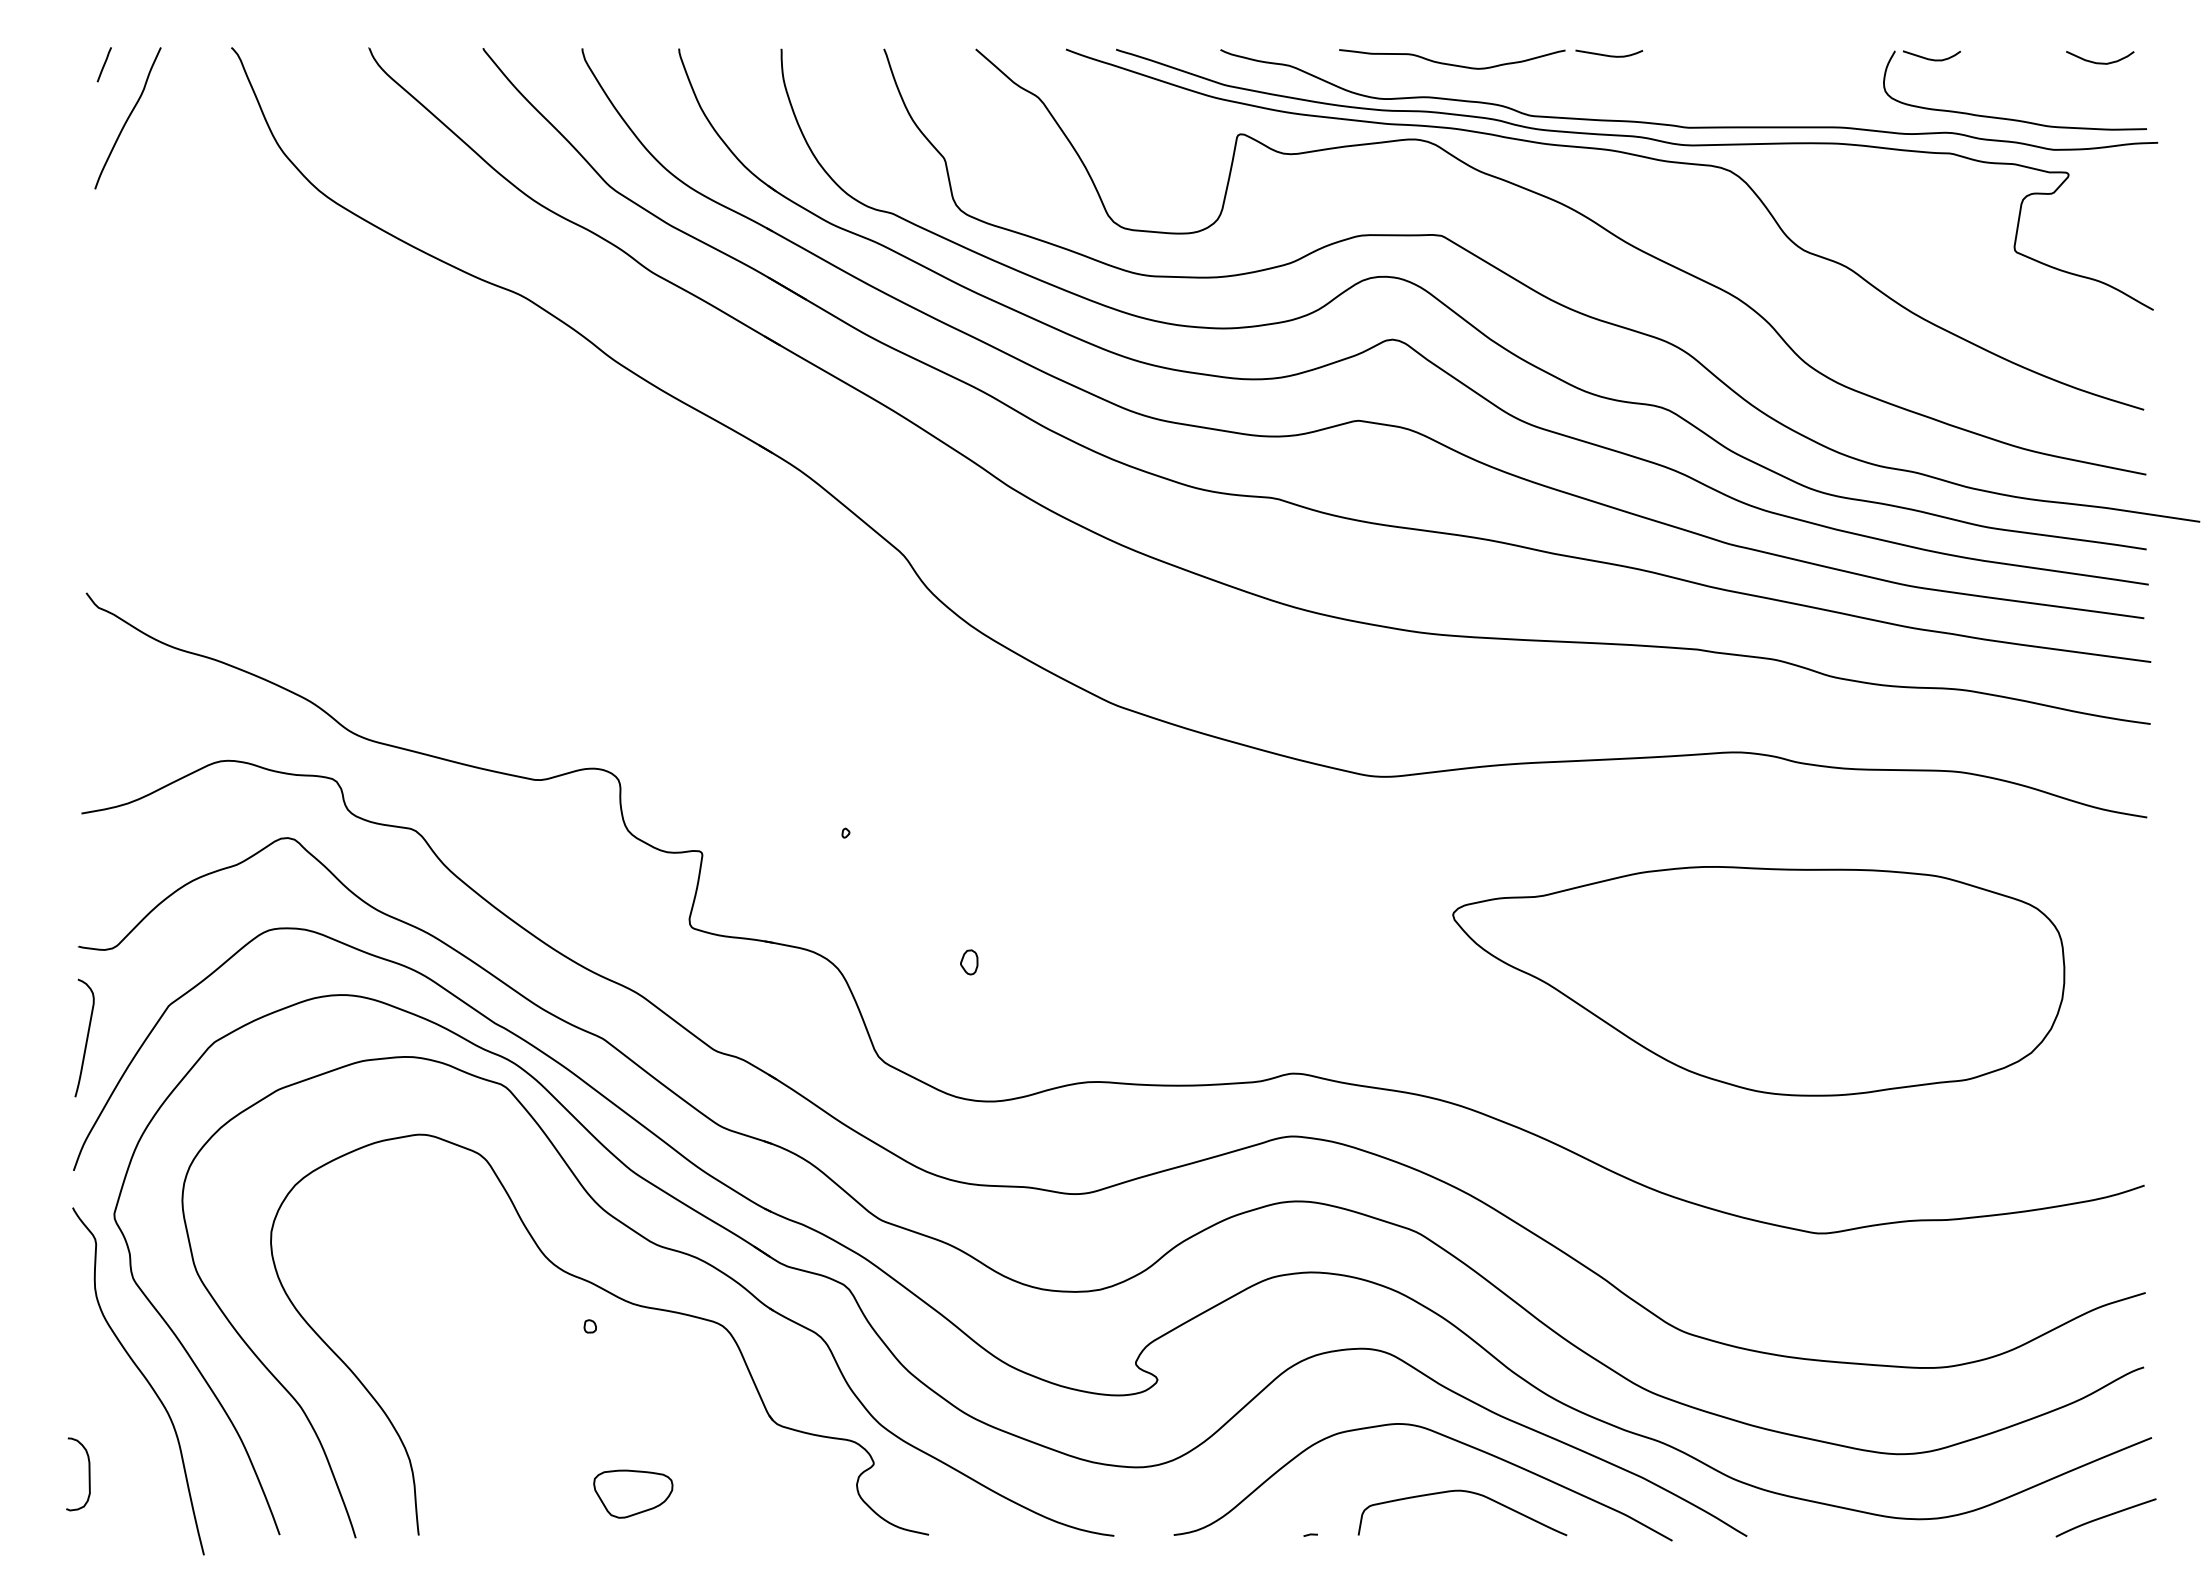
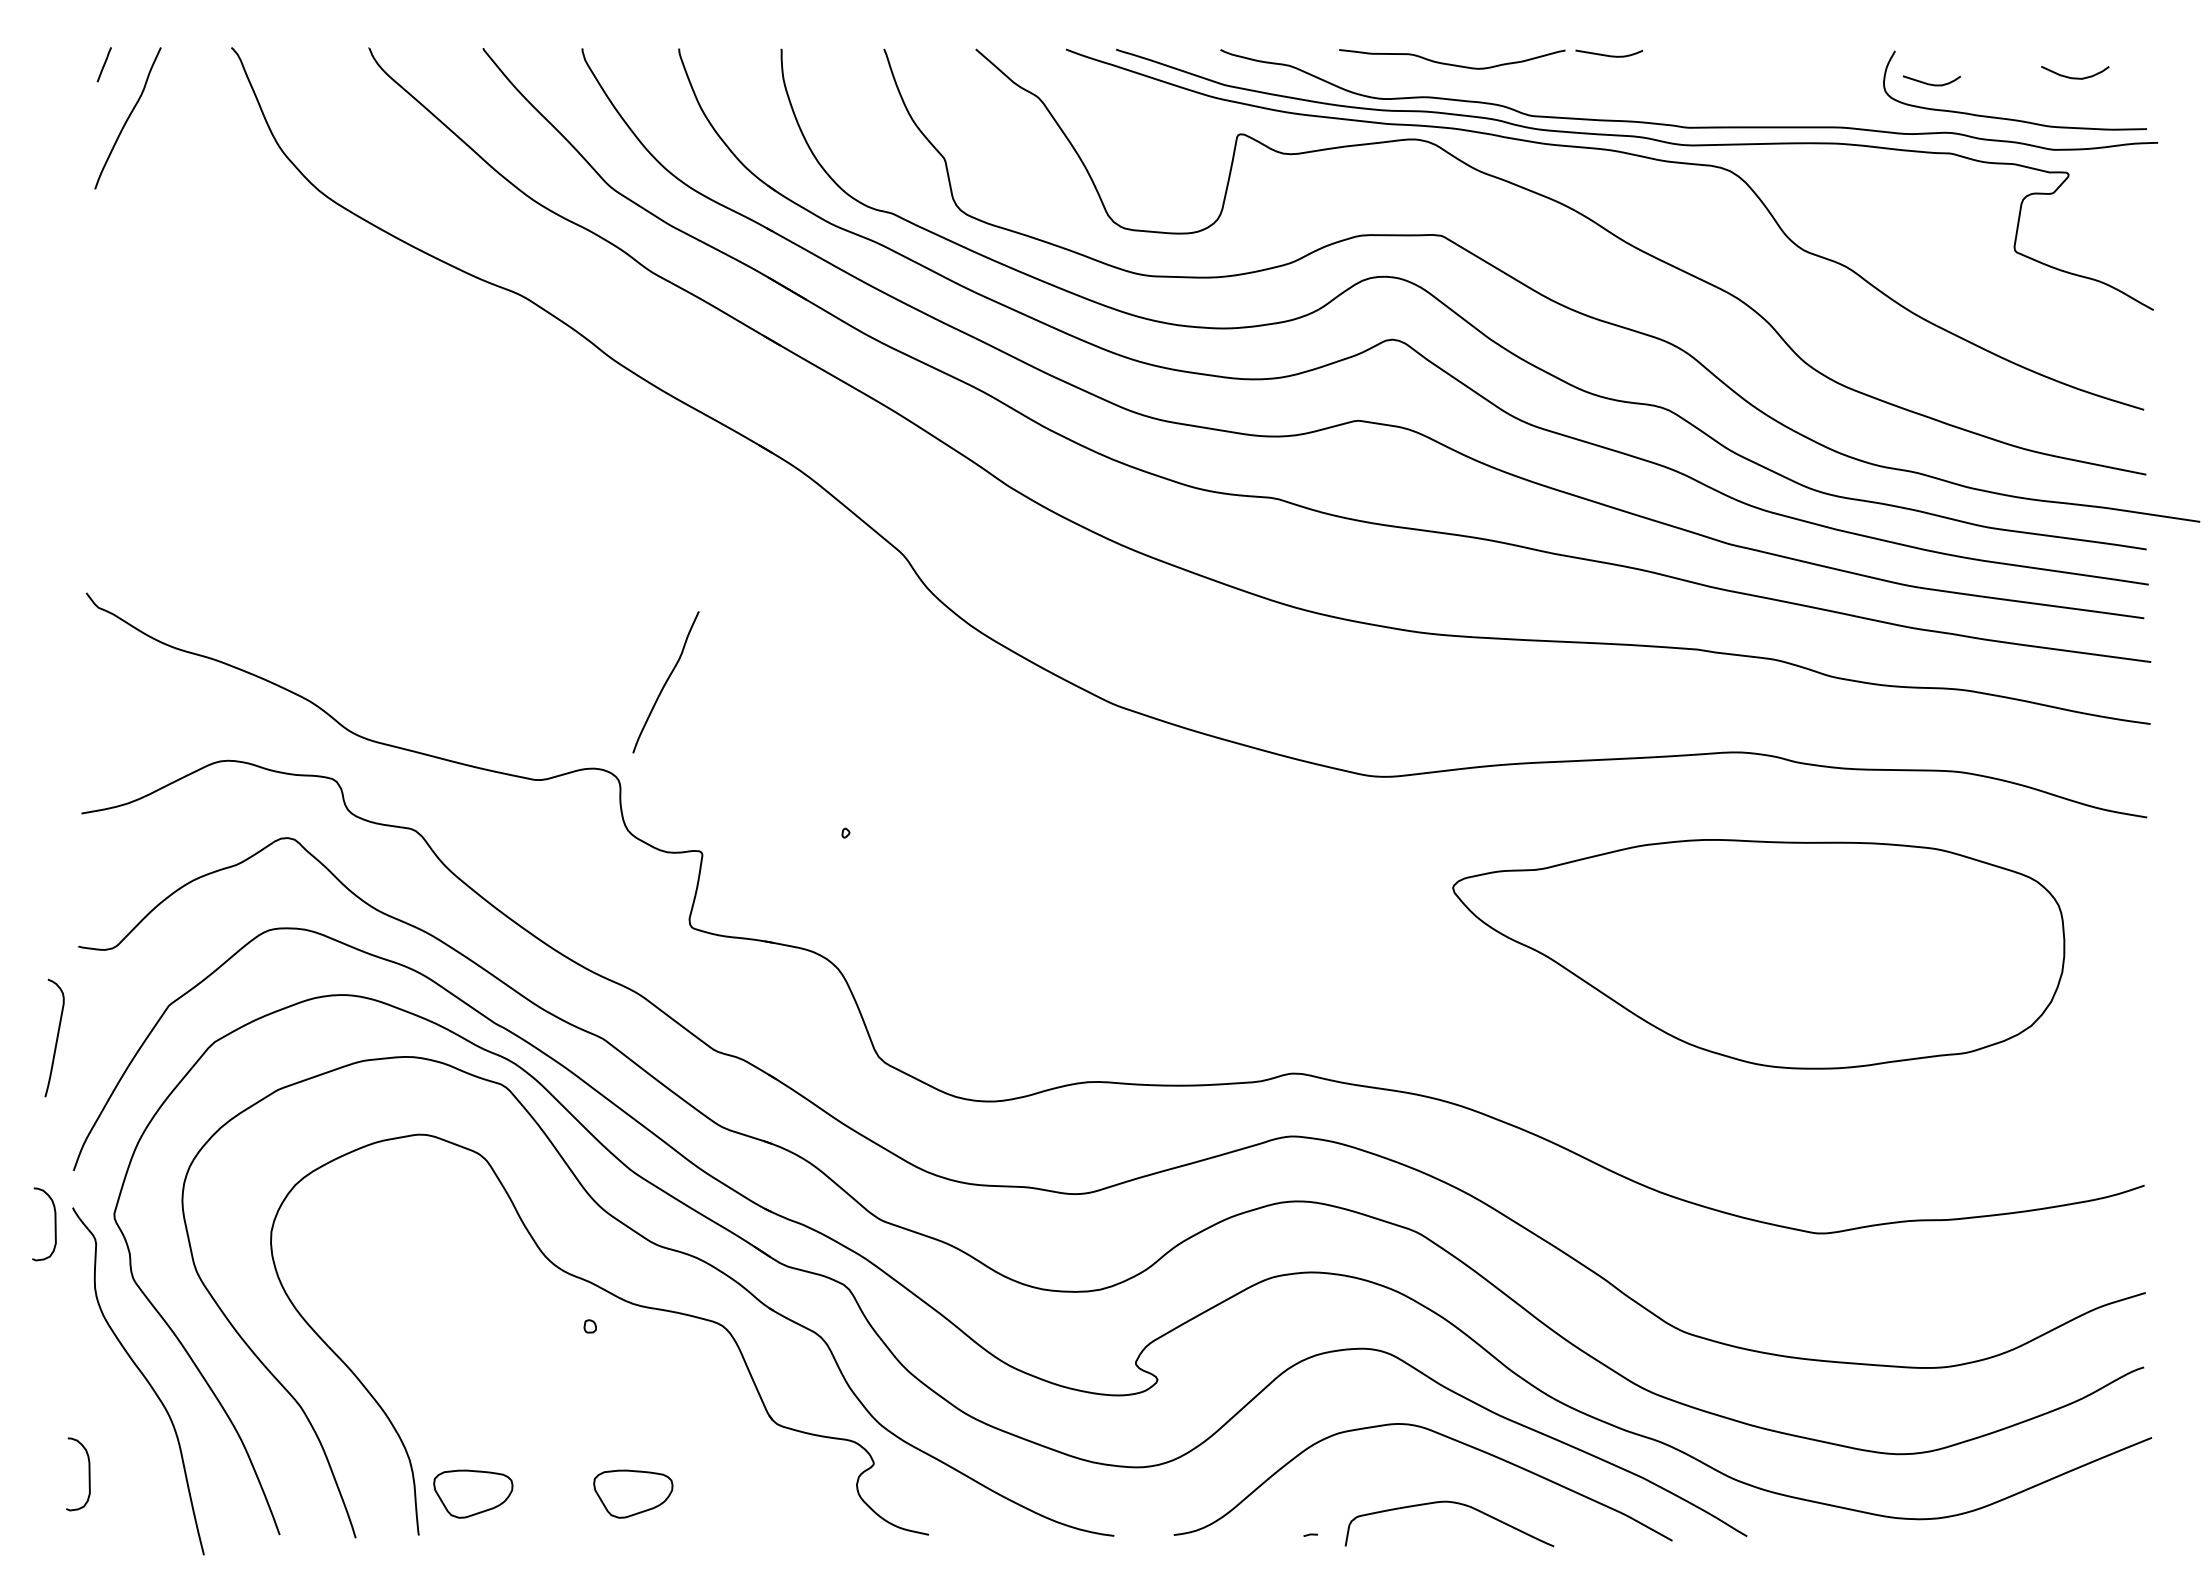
curve at (1931, 58) position: (1931, 58) -> (1931, 83)
curve at (2100, 62) position: (2100, 62) -> (2075, 77)
curve at (665, 682): none -> present
part at (969, 962): present -> none
part at (1758, 981) position: (1758, 981) -> (1758, 954)
curve at (86, 1037) position: (86, 1037) -> (56, 1037)
curve at (54, 1224): none -> present
curve at (1465, 1492) position: (1465, 1492) -> (1452, 1503)
part at (473, 1493): none -> present
curve at (2105, 1517): present -> none
